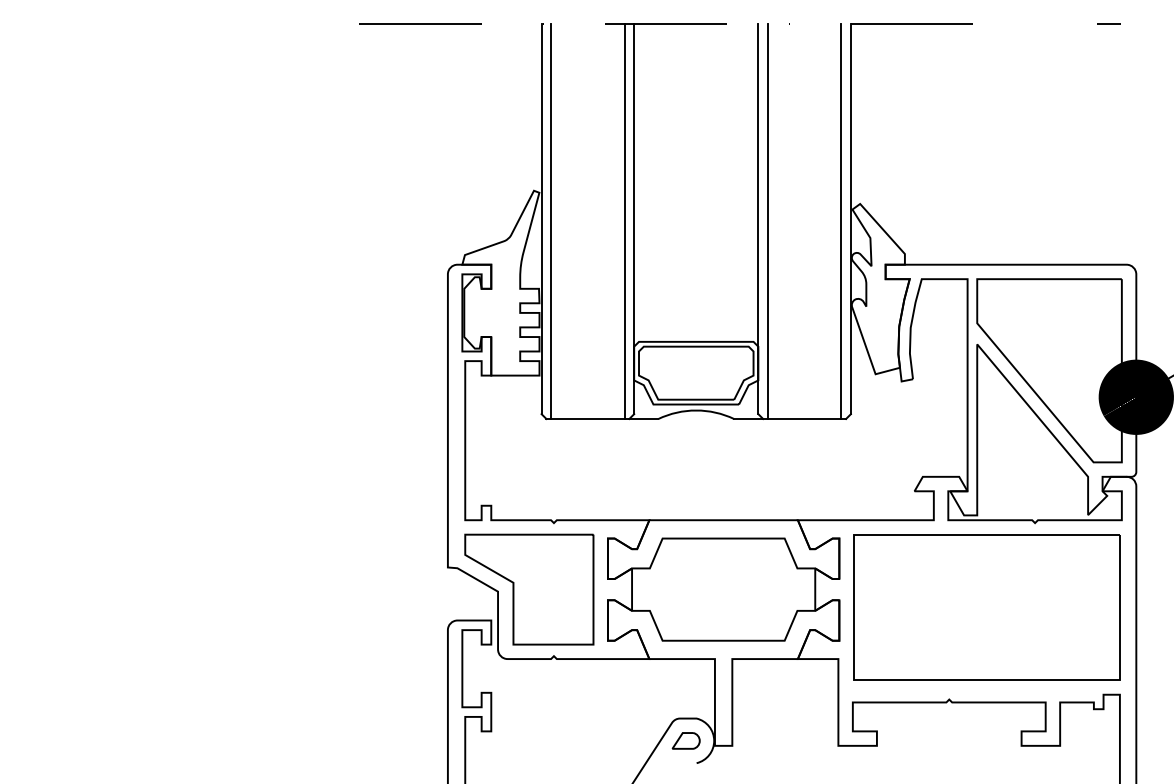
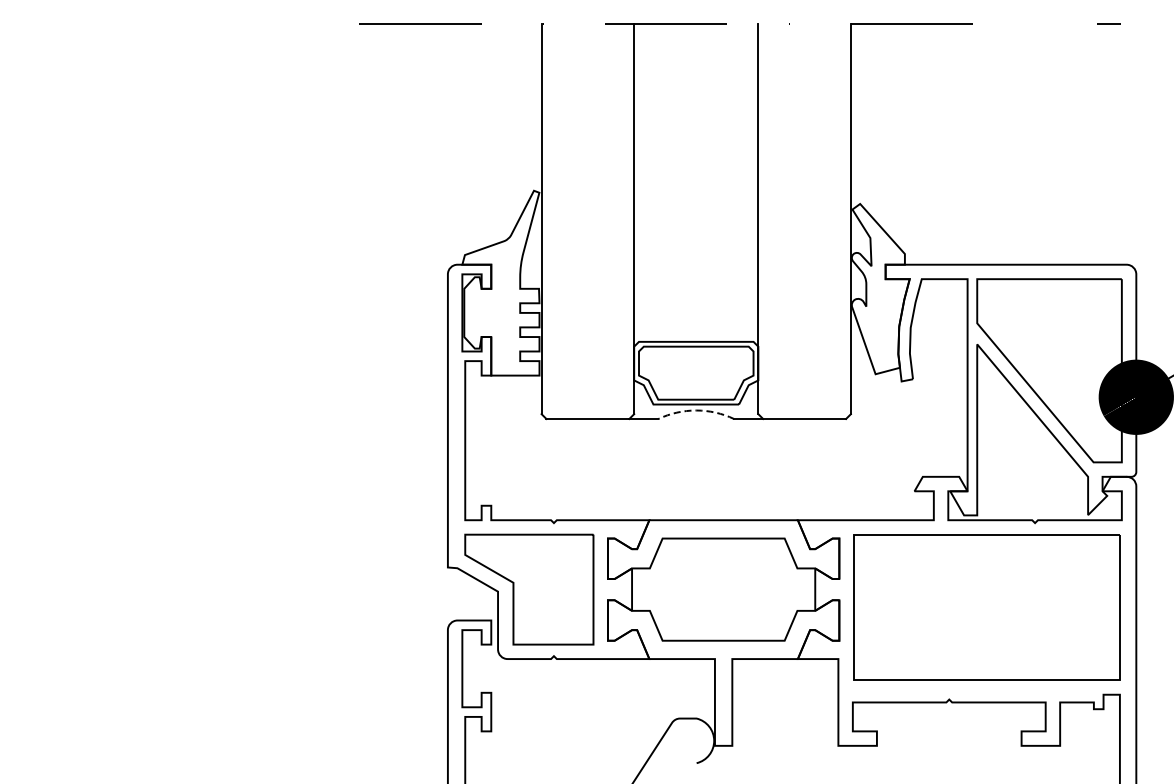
line at (551, 220): present -> none
line at (624, 220): present -> none
line at (768, 220): present -> none
line at (841, 220): present -> none
arc at (696, 410): solid -> dashed
part at (685, 740): present -> none
